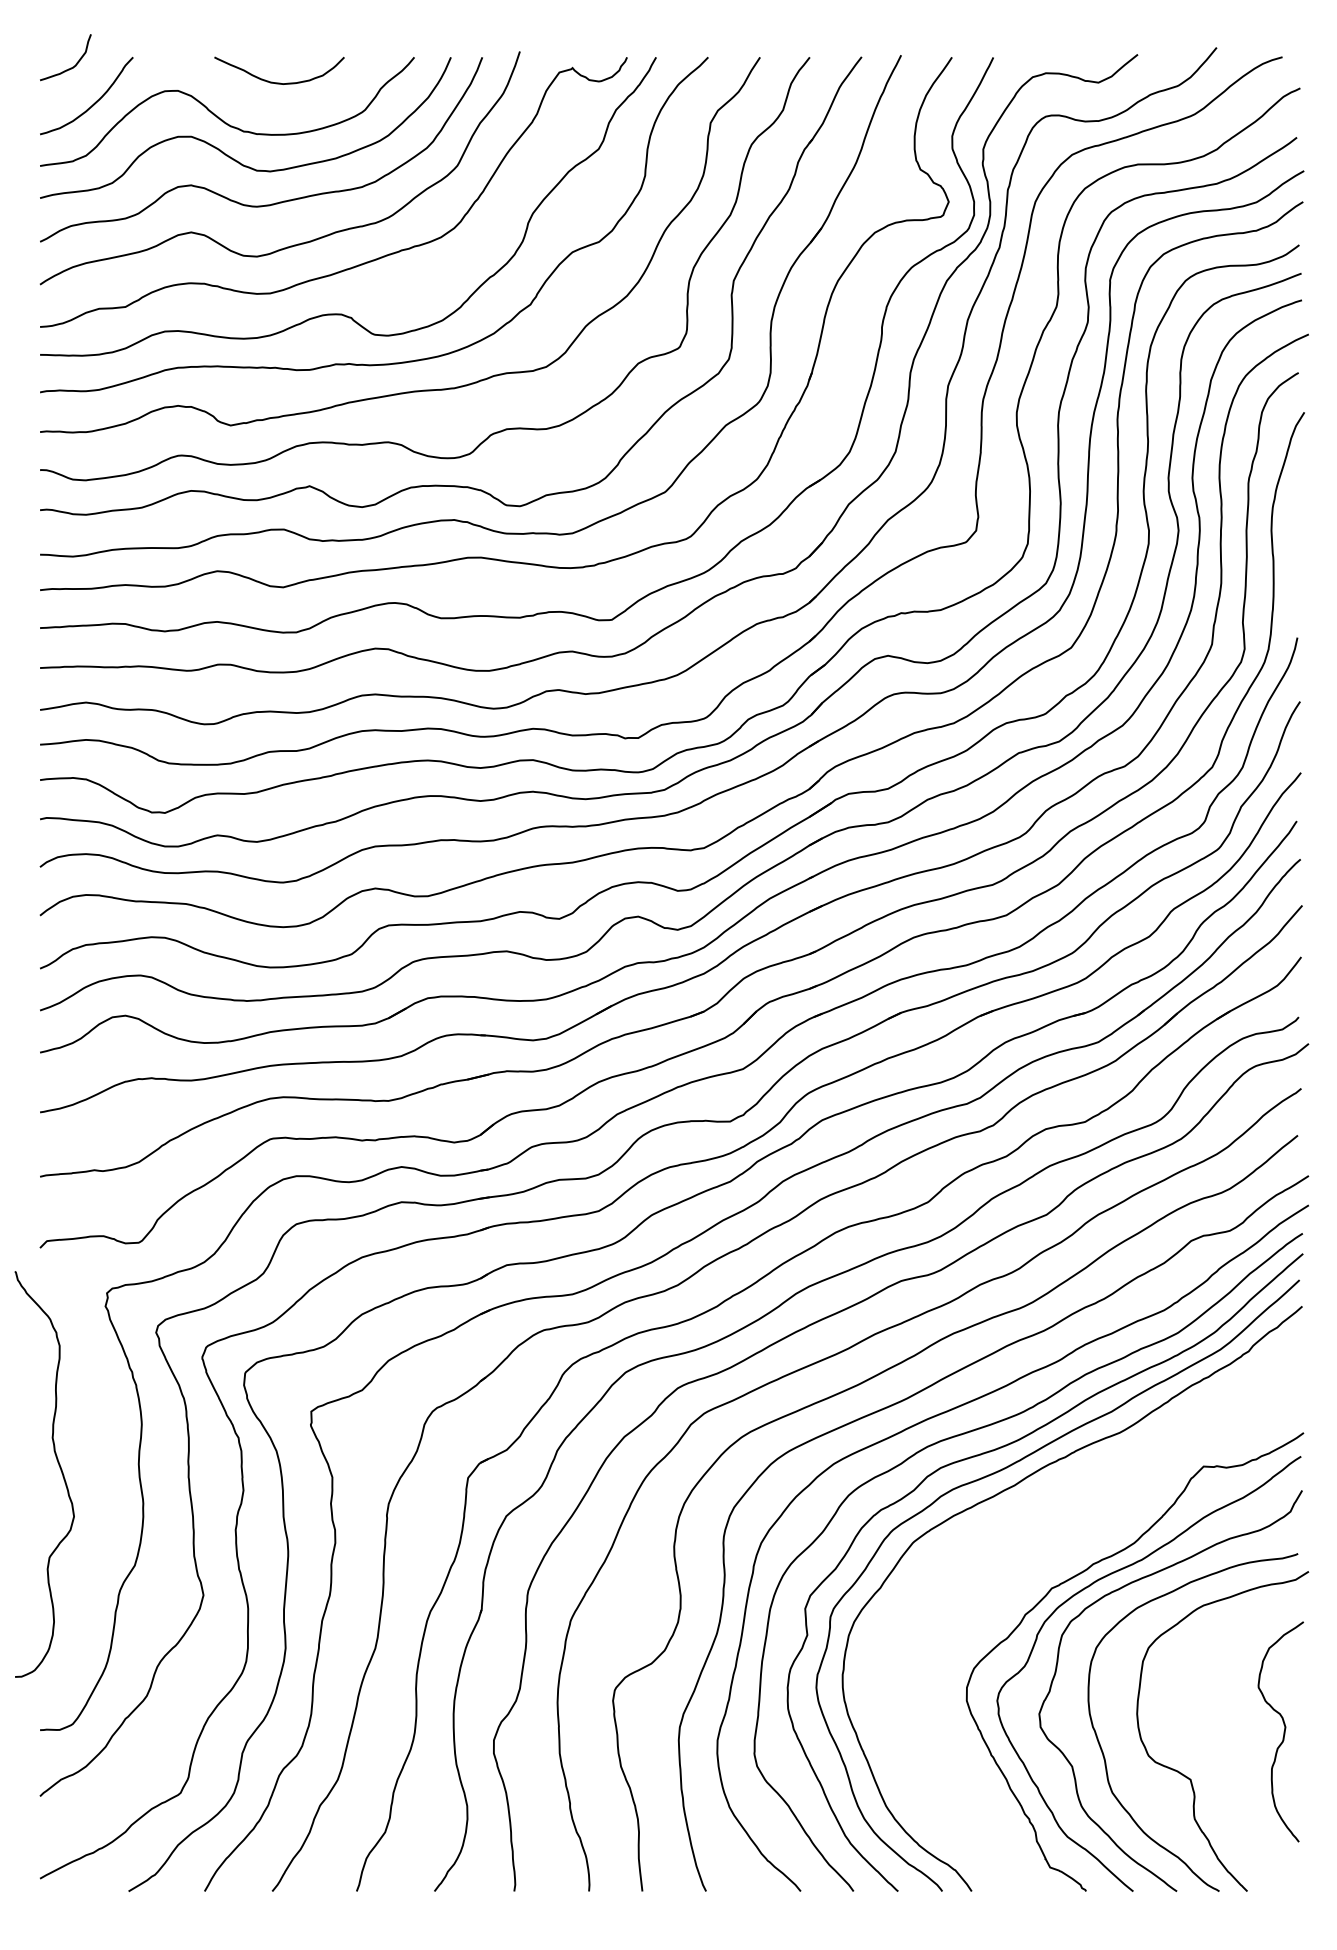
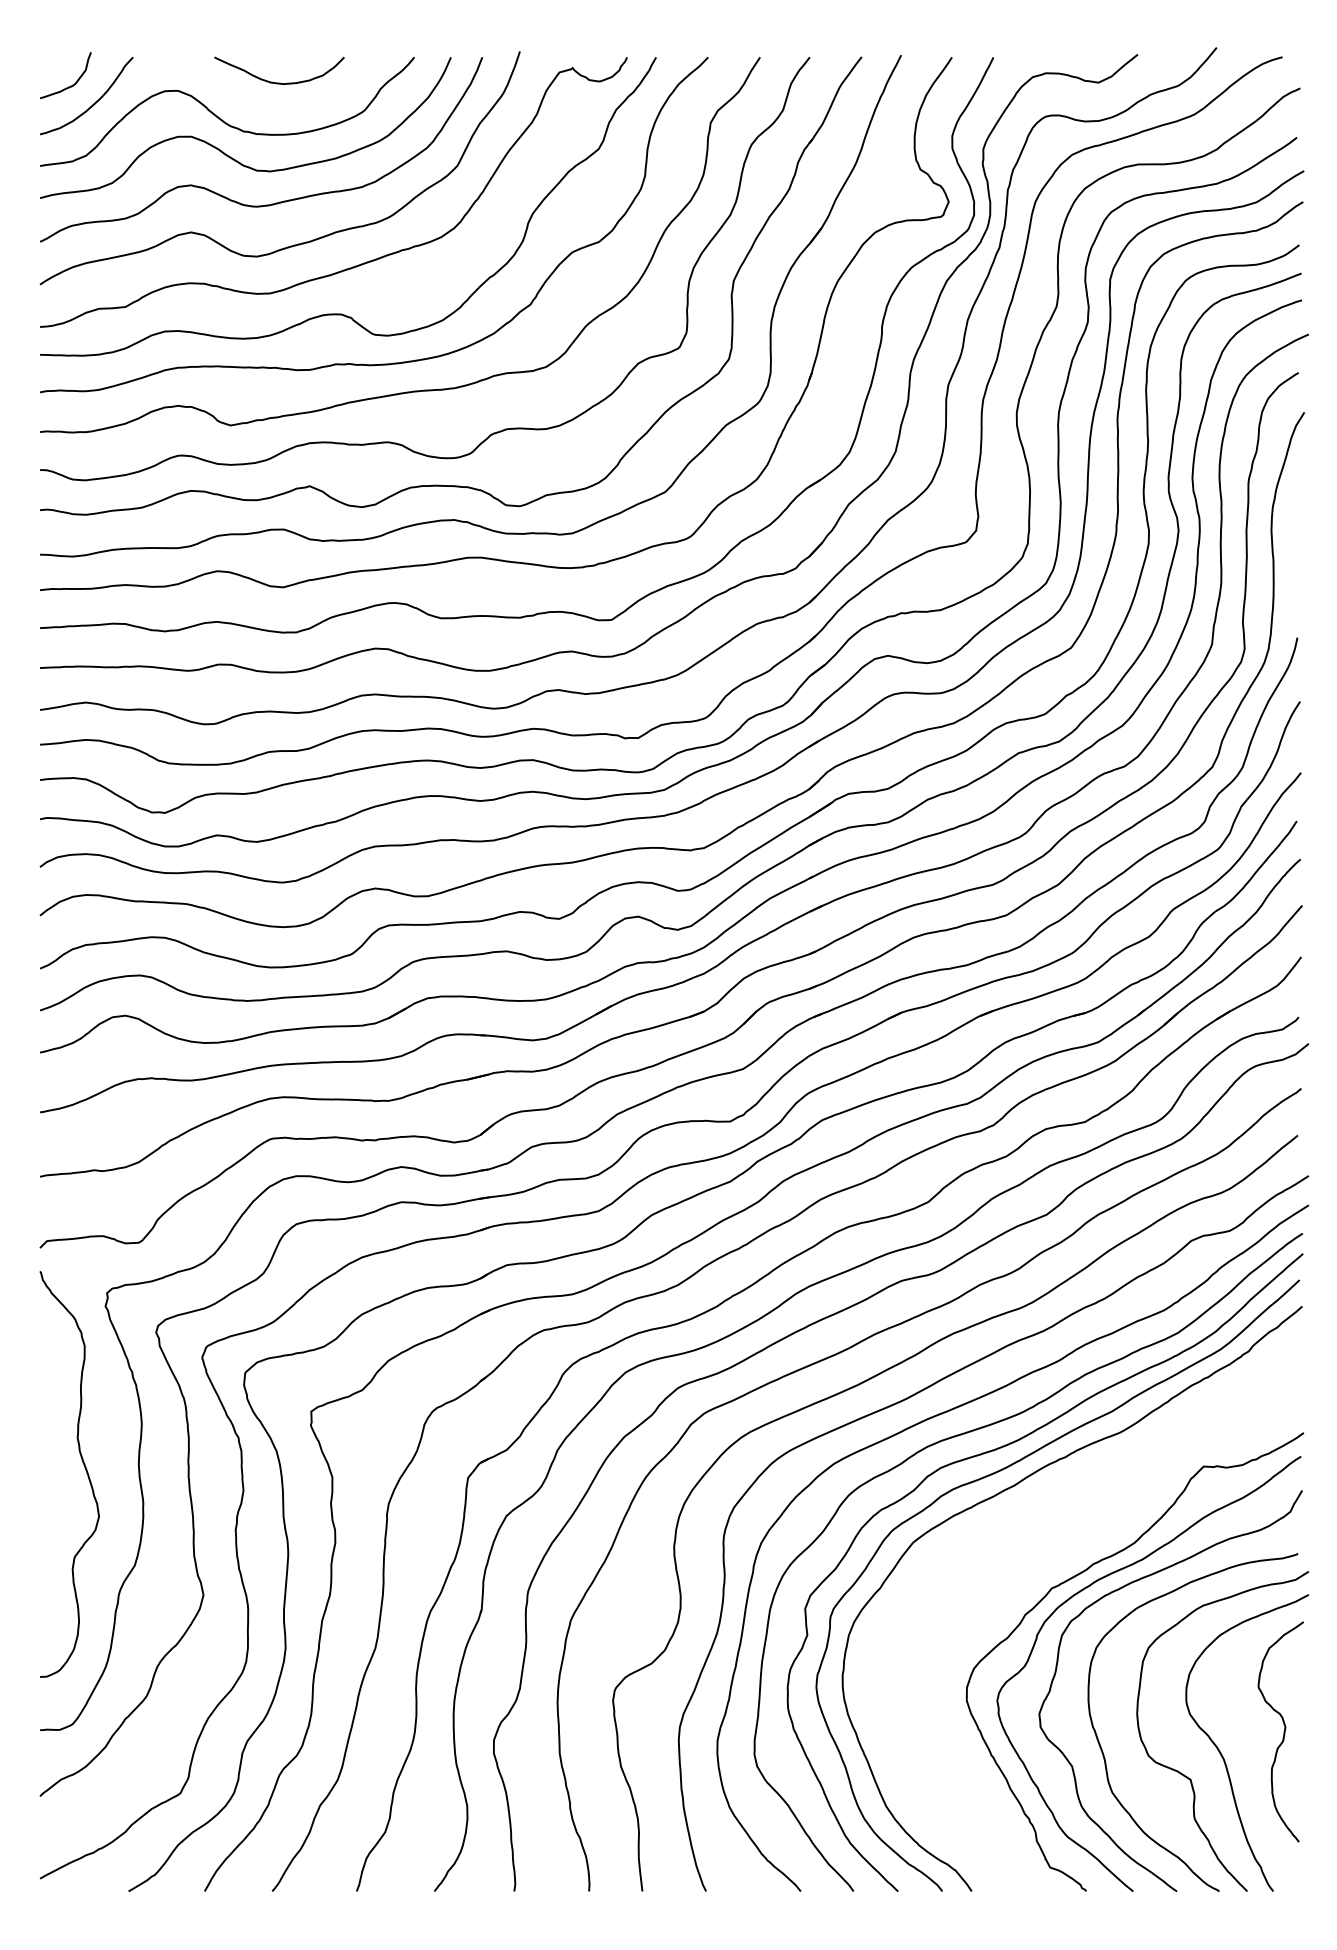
curve at (70, 67) position: (70, 67) -> (70, 85)
curve at (60, 1470) position: (60, 1470) -> (85, 1470)
curve at (1222, 1754): none -> present
